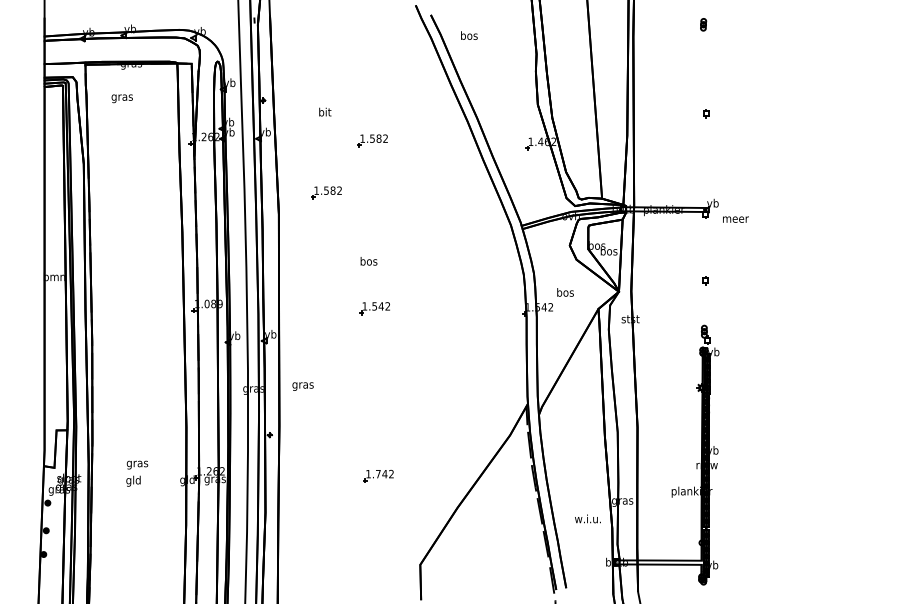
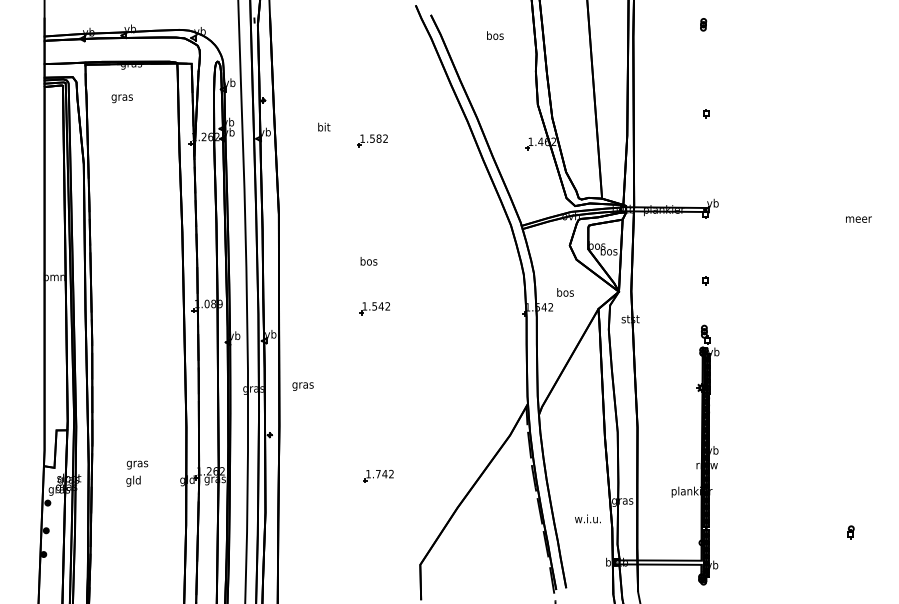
text at (469, 35) position: (469, 35) -> (495, 35)
text at (325, 111) position: (325, 111) -> (324, 126)
part at (326, 192): present -> none
text at (735, 219) position: (735, 219) -> (858, 219)
part at (850, 532): none -> present
